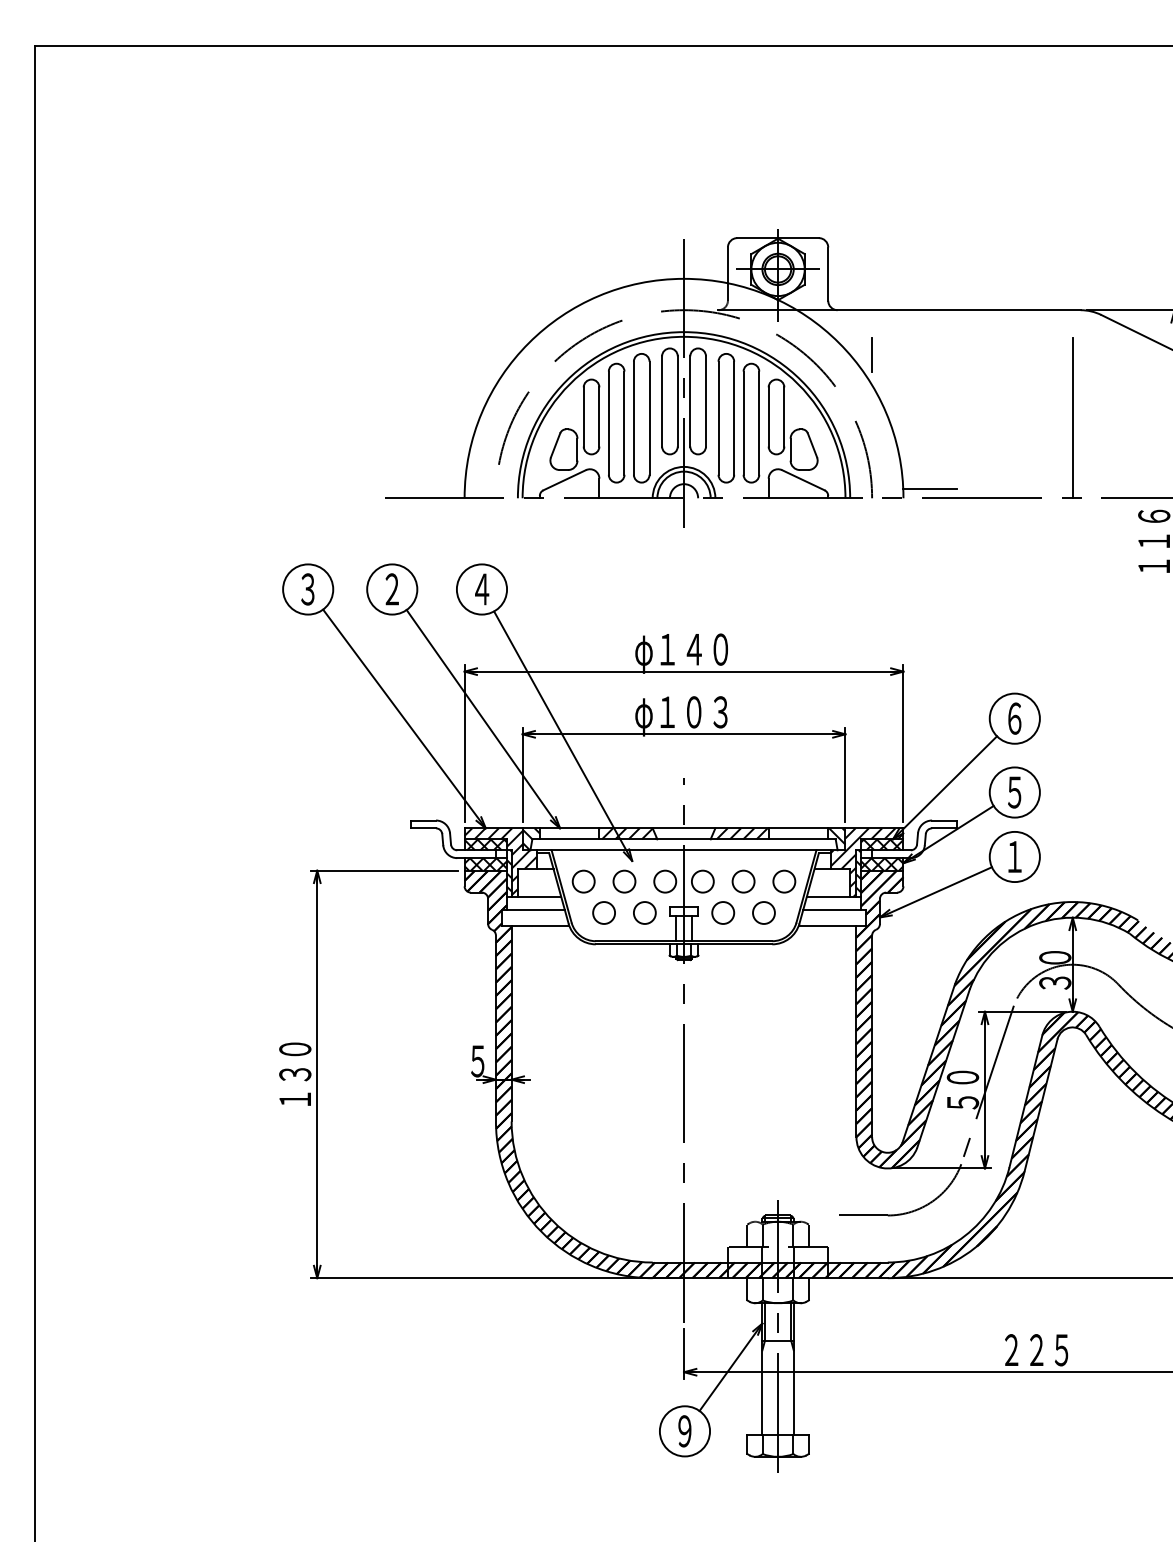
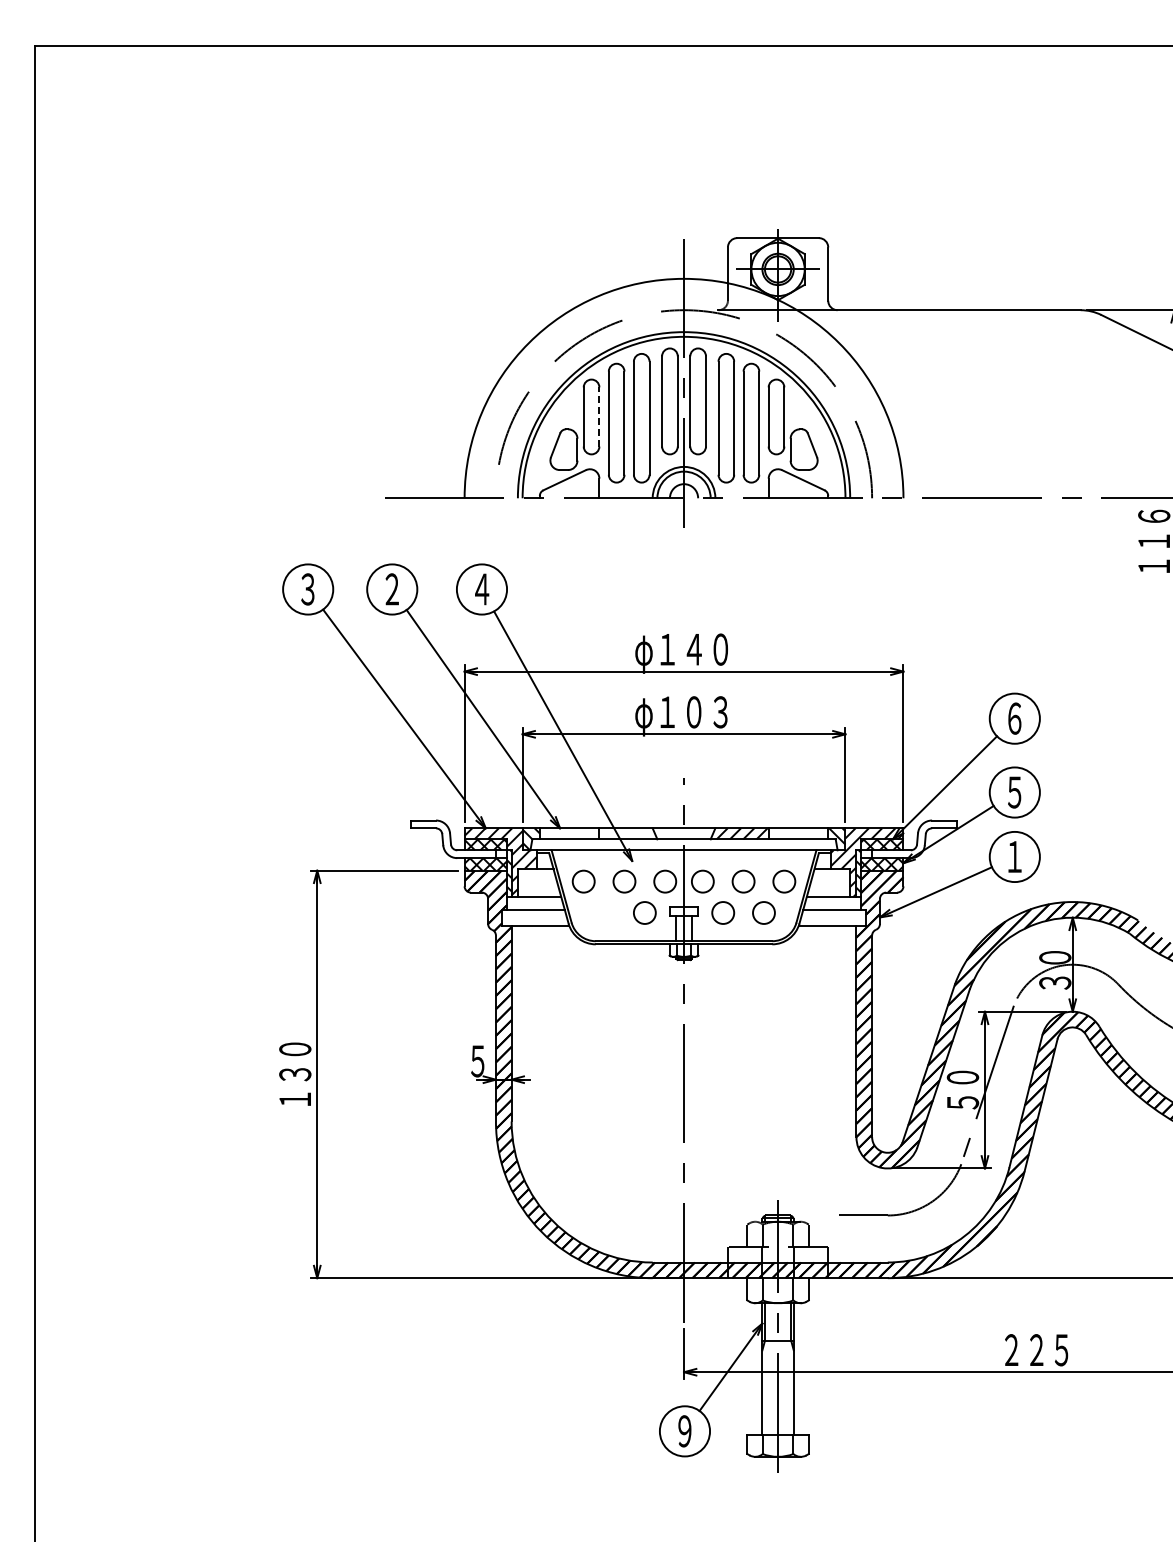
line at (872, 355): present -> none
line at (599, 416): solid -> dashed
line at (1072, 418): present -> none
line at (929, 488): present -> none
hatch at (627, 833): present -> none
circle at (603, 912): present -> none
